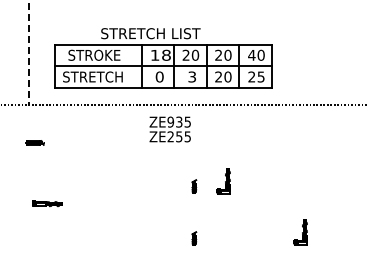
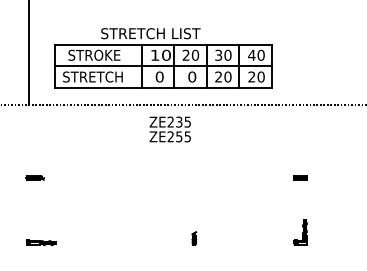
line at (28, 52): dashed -> solid
text at (166, 55): 18 -> 10
text at (218, 55): 20 -> 30
text at (192, 76): 3 -> 0
text at (260, 76): 25 -> 20
text at (170, 121): ZE935 -> ZE235
part at (34, 142) position: (34, 142) -> (34, 177)
part at (300, 177): none -> present
part at (223, 181): present -> none
part at (194, 186): present -> none
part at (47, 203) position: (47, 203) -> (41, 242)
